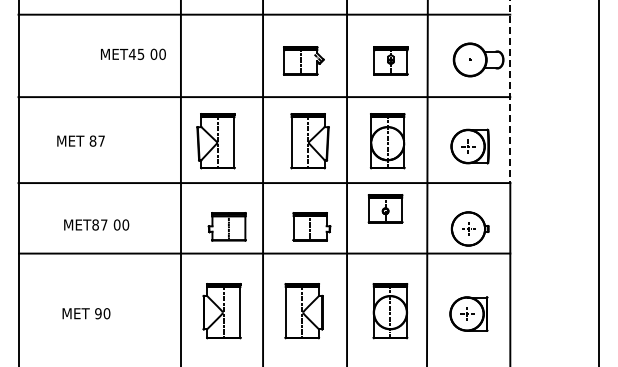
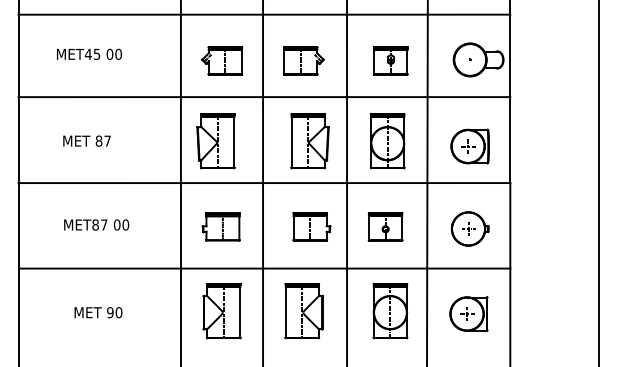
text at (133, 53) position: (133, 53) -> (89, 53)
part at (222, 60): none -> present
line at (510, 91): dashed -> solid
text at (80, 140) position: (80, 140) -> (86, 140)
part at (385, 208) position: (385, 208) -> (385, 226)
part at (226, 226) position: (226, 226) -> (220, 226)
line at (264, 253) position: (264, 253) -> (264, 268)
text at (86, 313) position: (86, 313) -> (98, 312)
